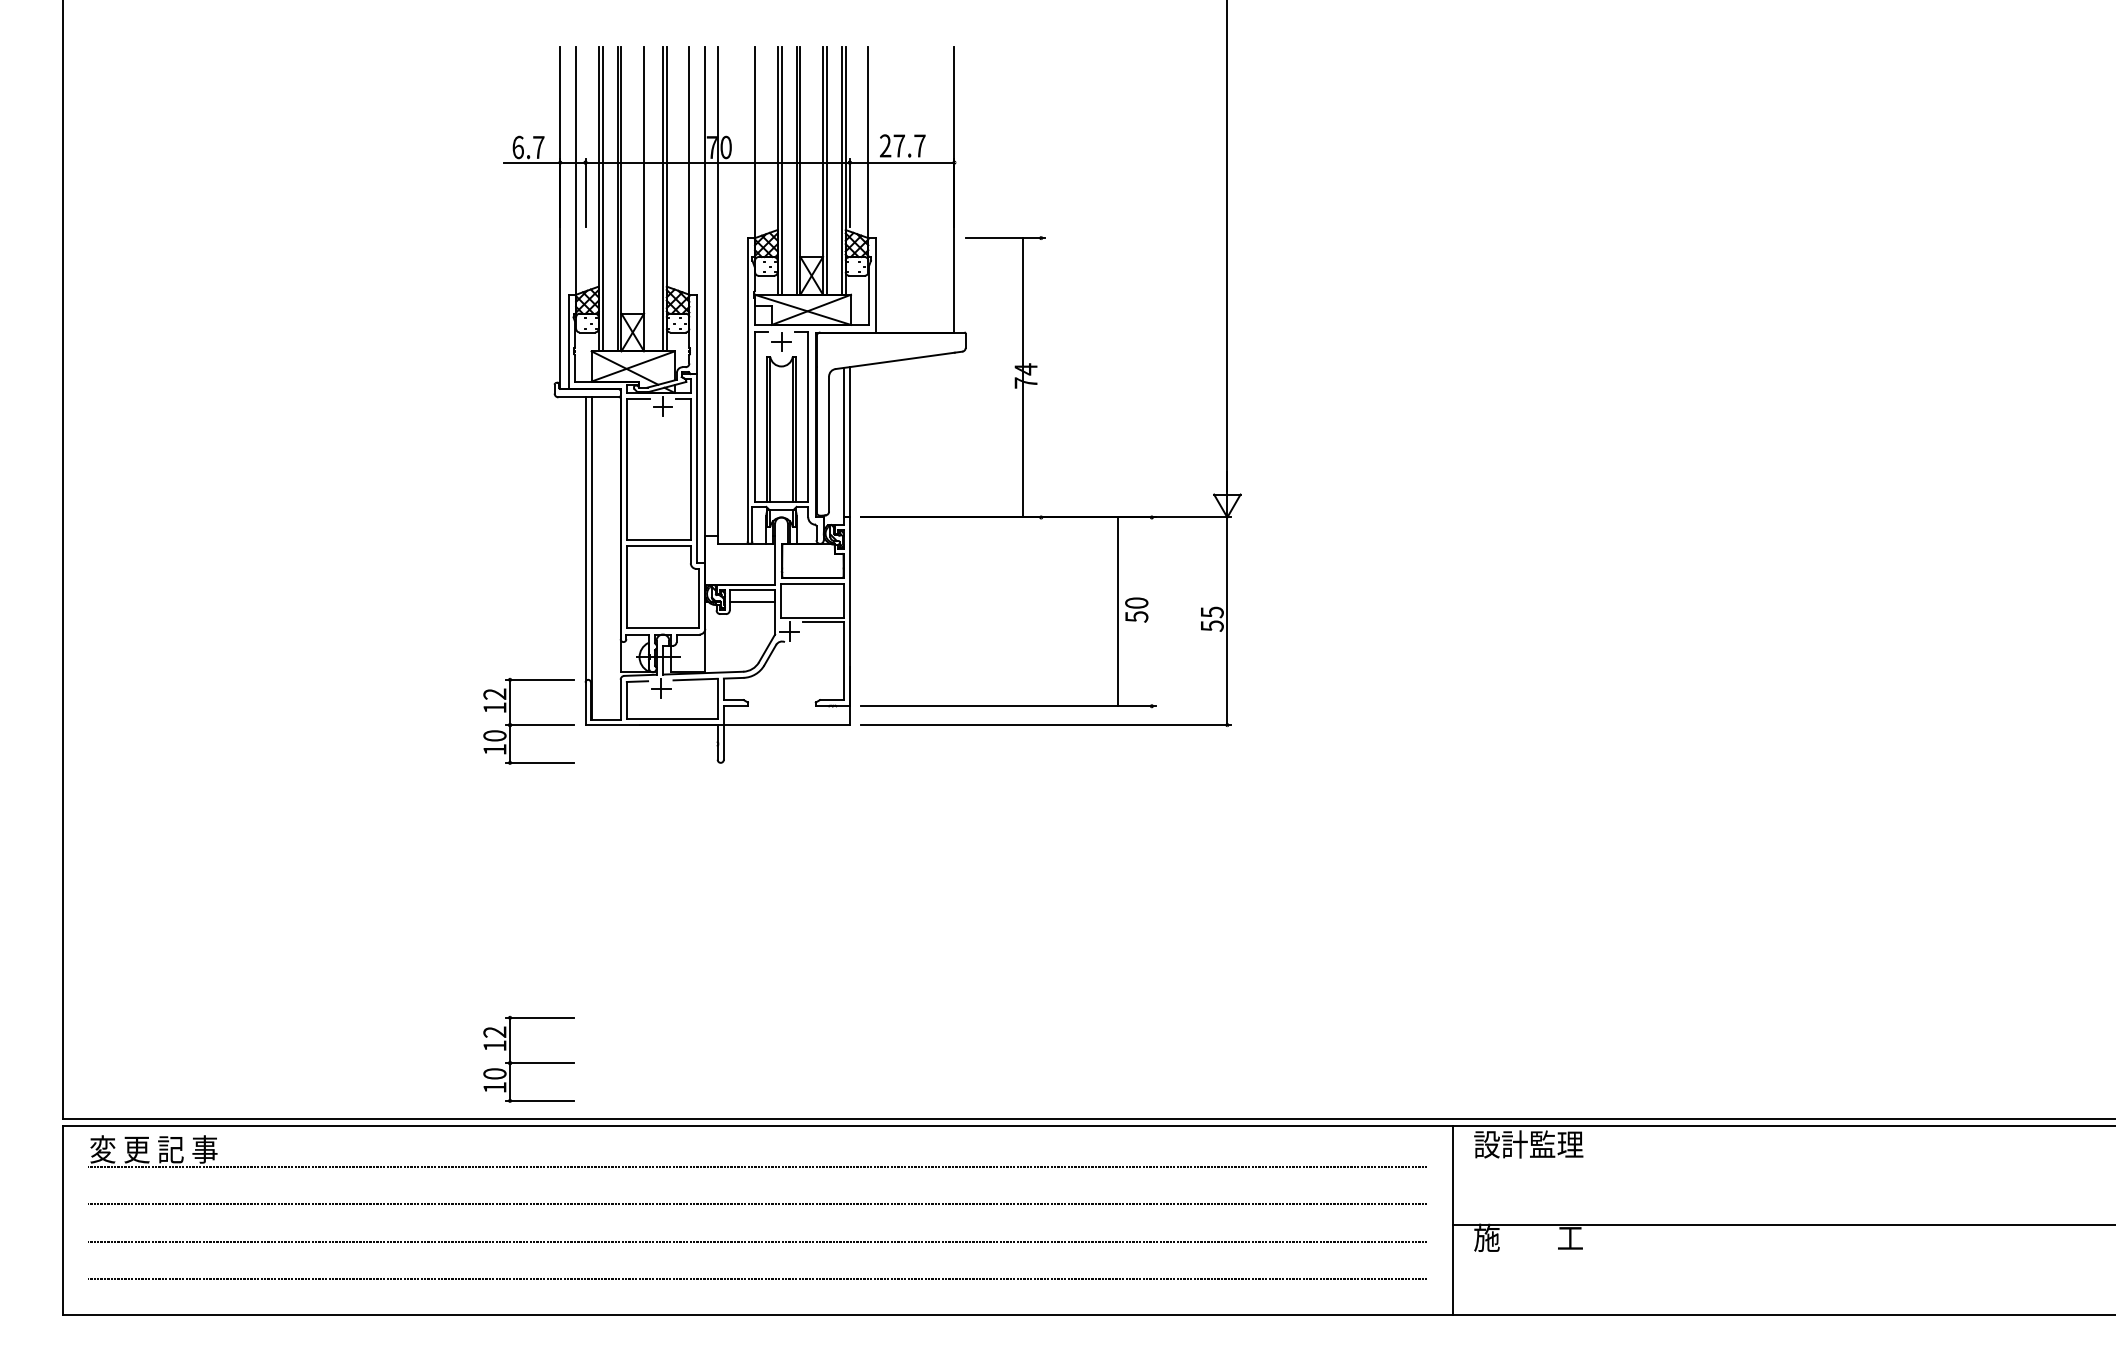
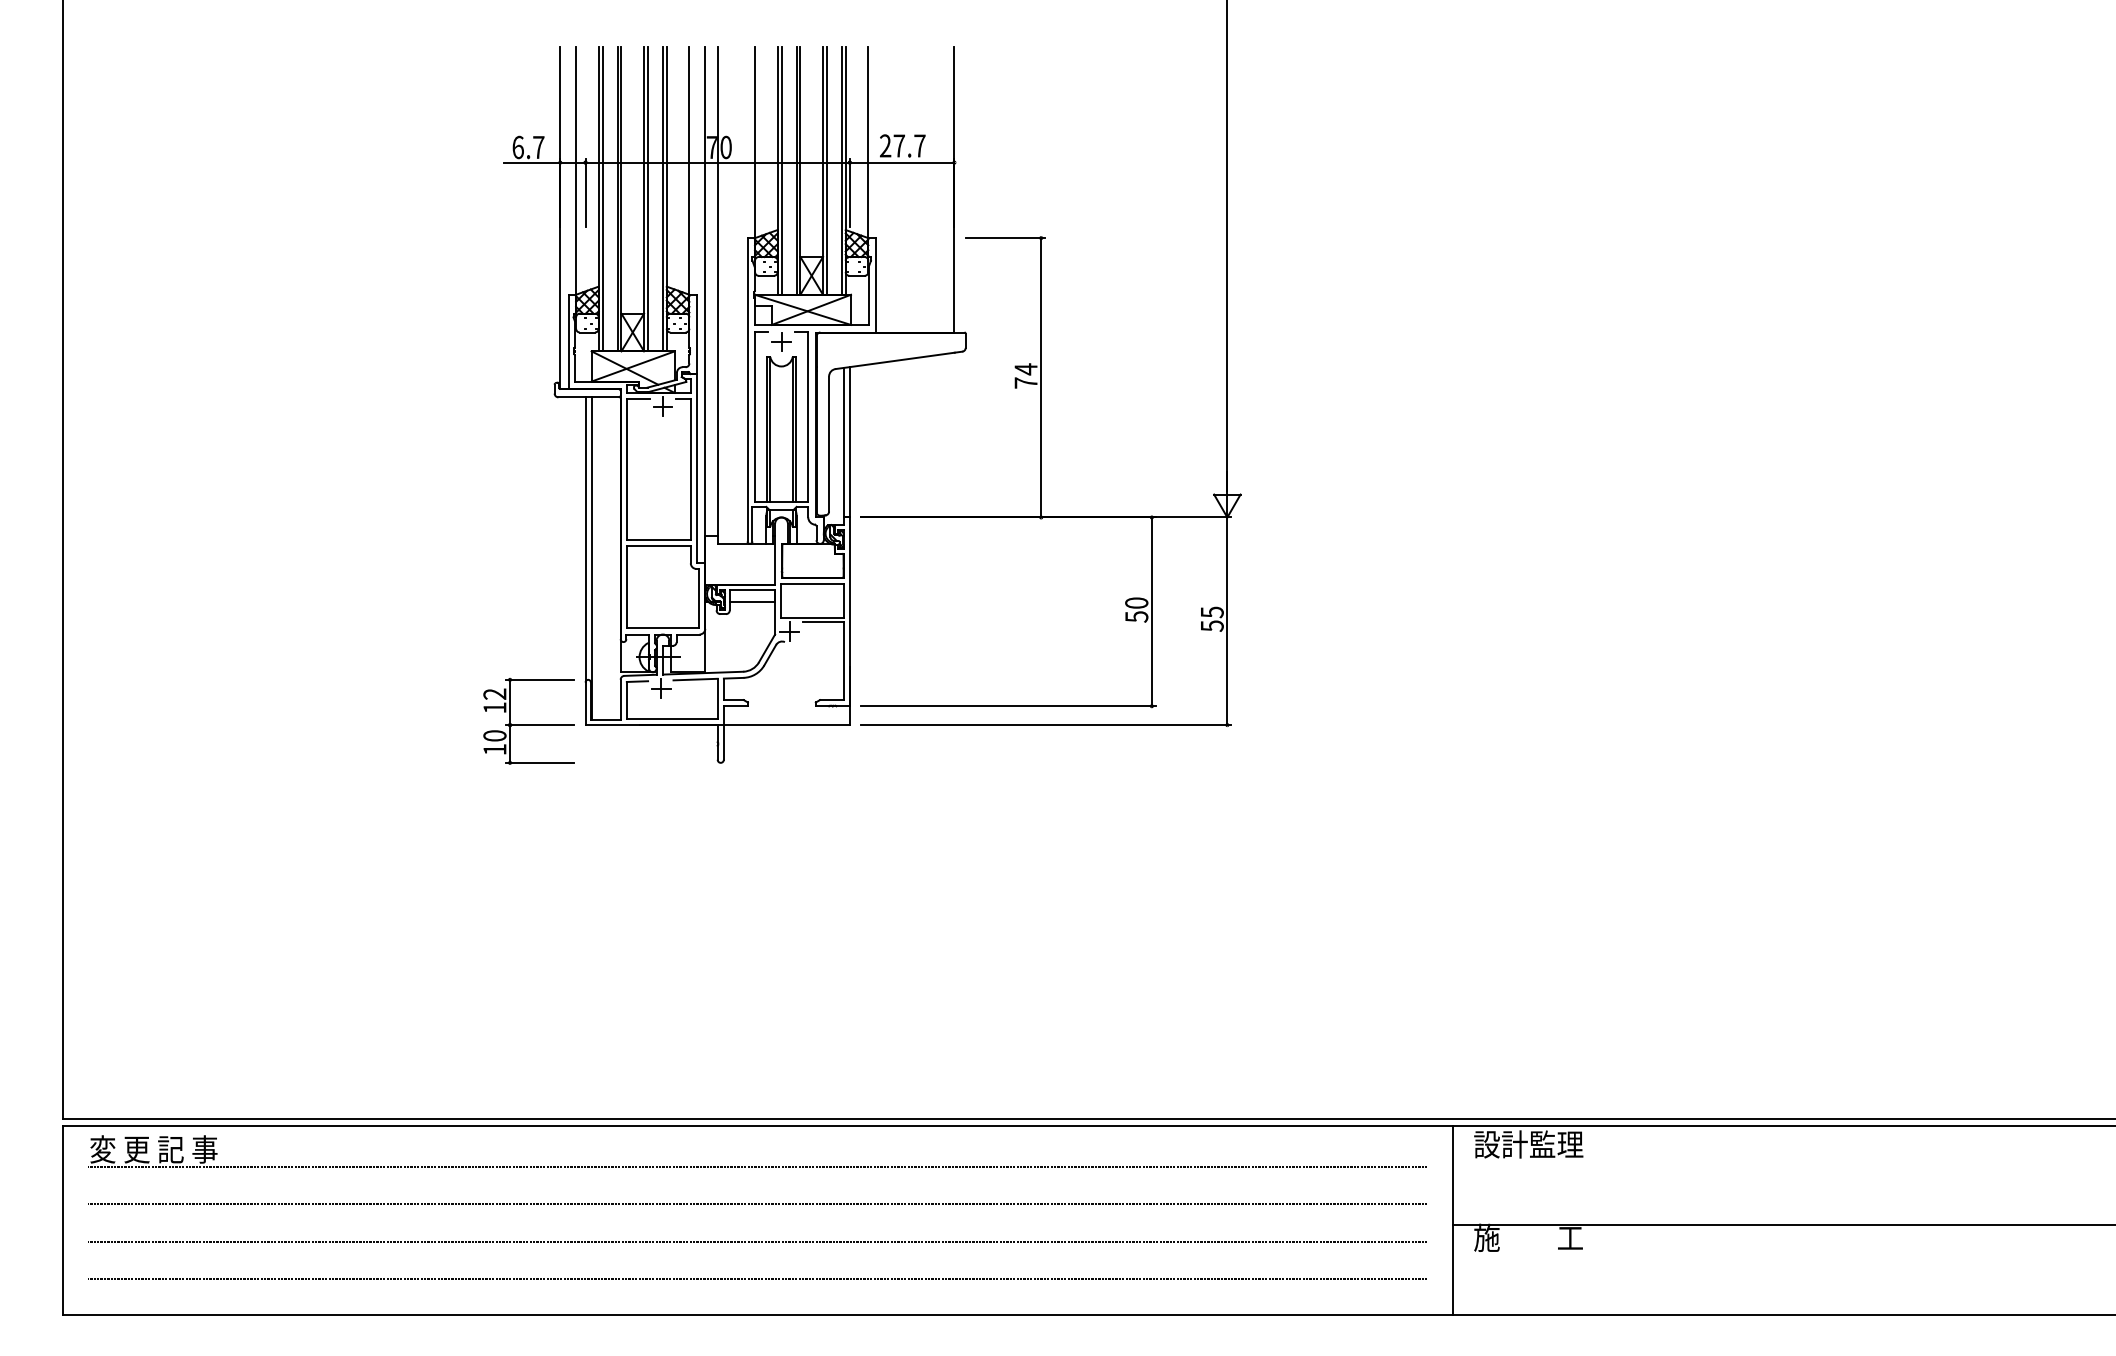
line at (647, 198): none -> present
line at (1023, 377) position: (1023, 377) -> (1041, 377)
line at (1117, 611) position: (1117, 611) -> (1151, 611)
part at (528, 1059): present -> none
